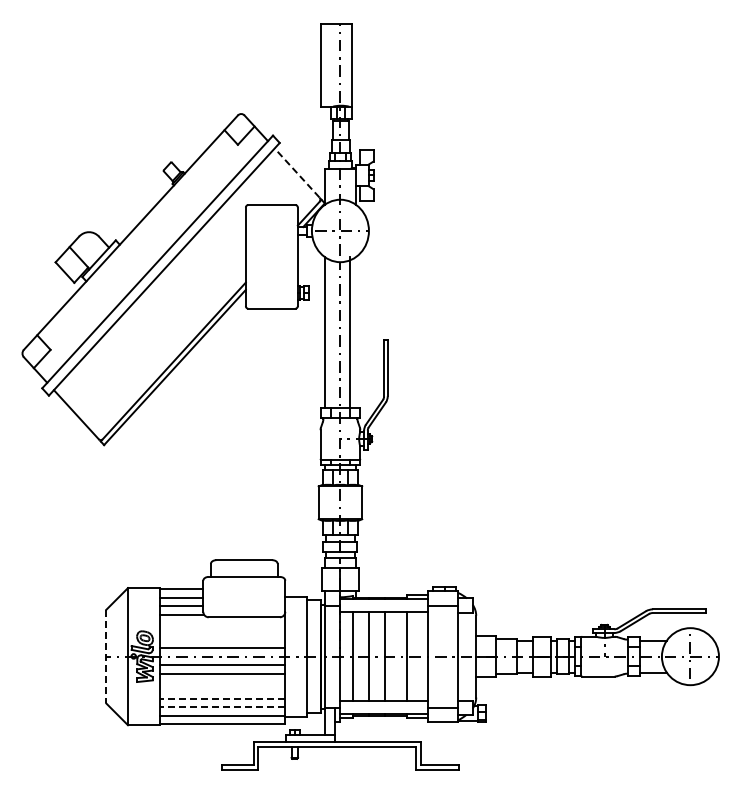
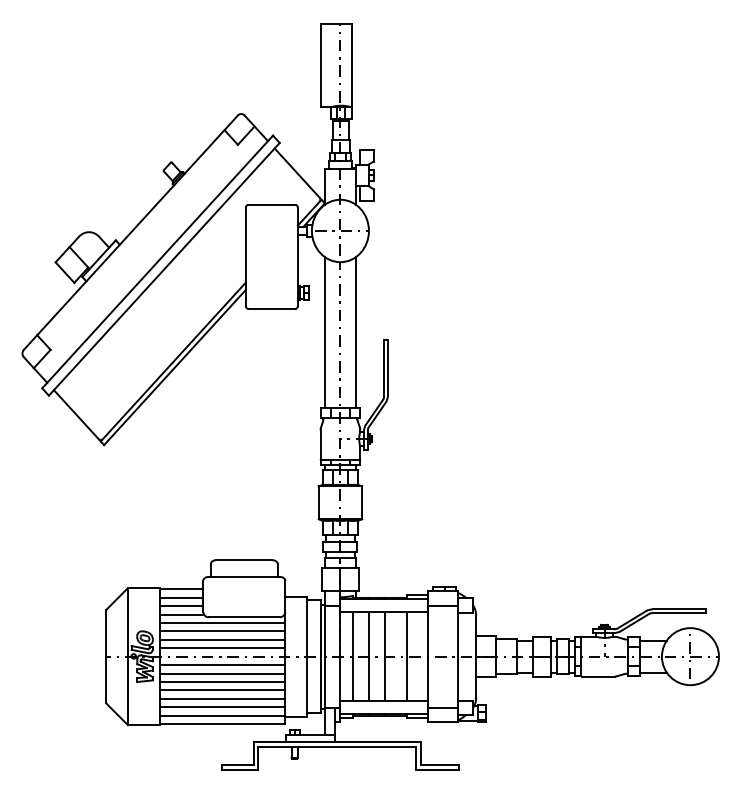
line at (296, 172): dashed -> solid
line at (350, 332) position: (350, 332) -> (356, 332)
line at (222, 622): none -> present
line at (222, 631): none -> present
line at (222, 639): none -> present
line at (106, 656): dashed -> solid
line at (222, 681): none -> present
line at (222, 690): none -> present
line at (222, 698): dashed -> solid
line at (222, 707): dashed -> solid
